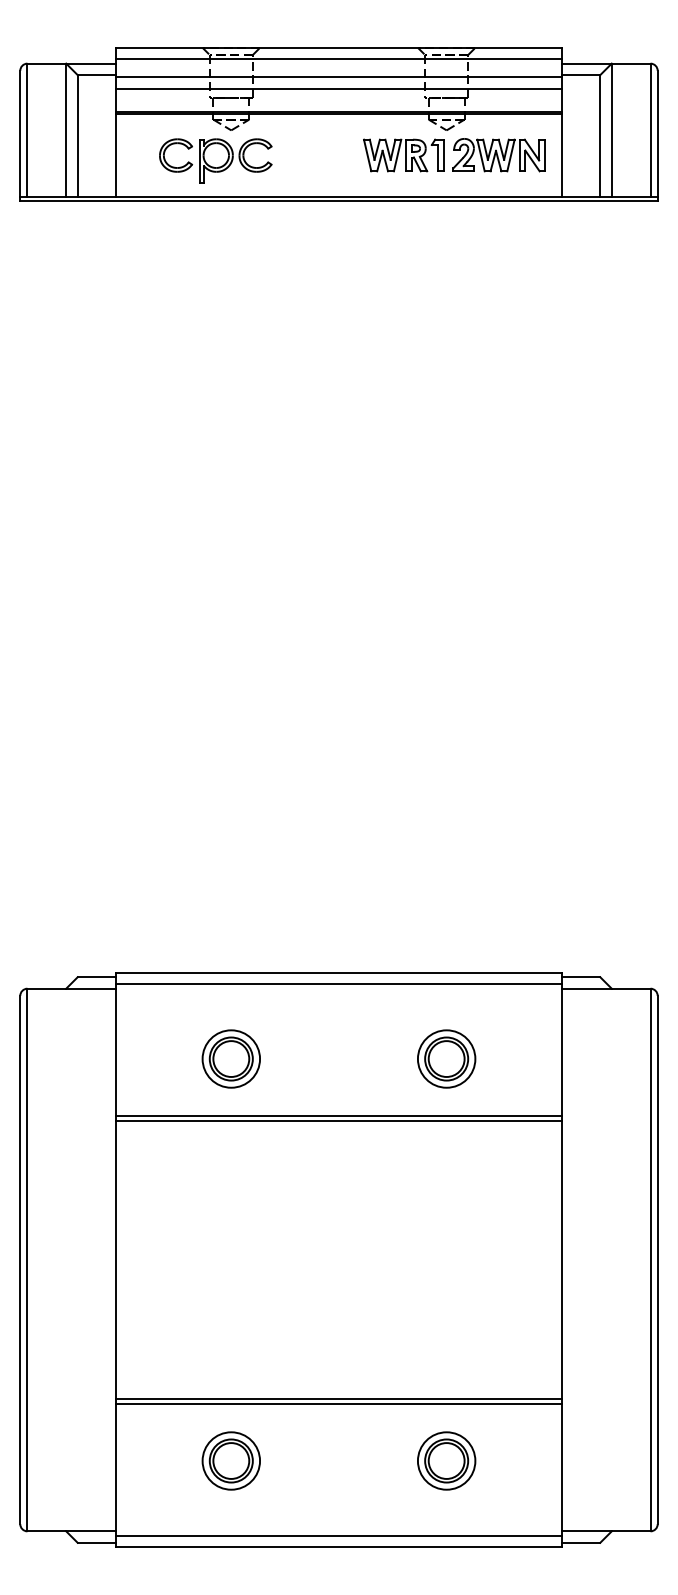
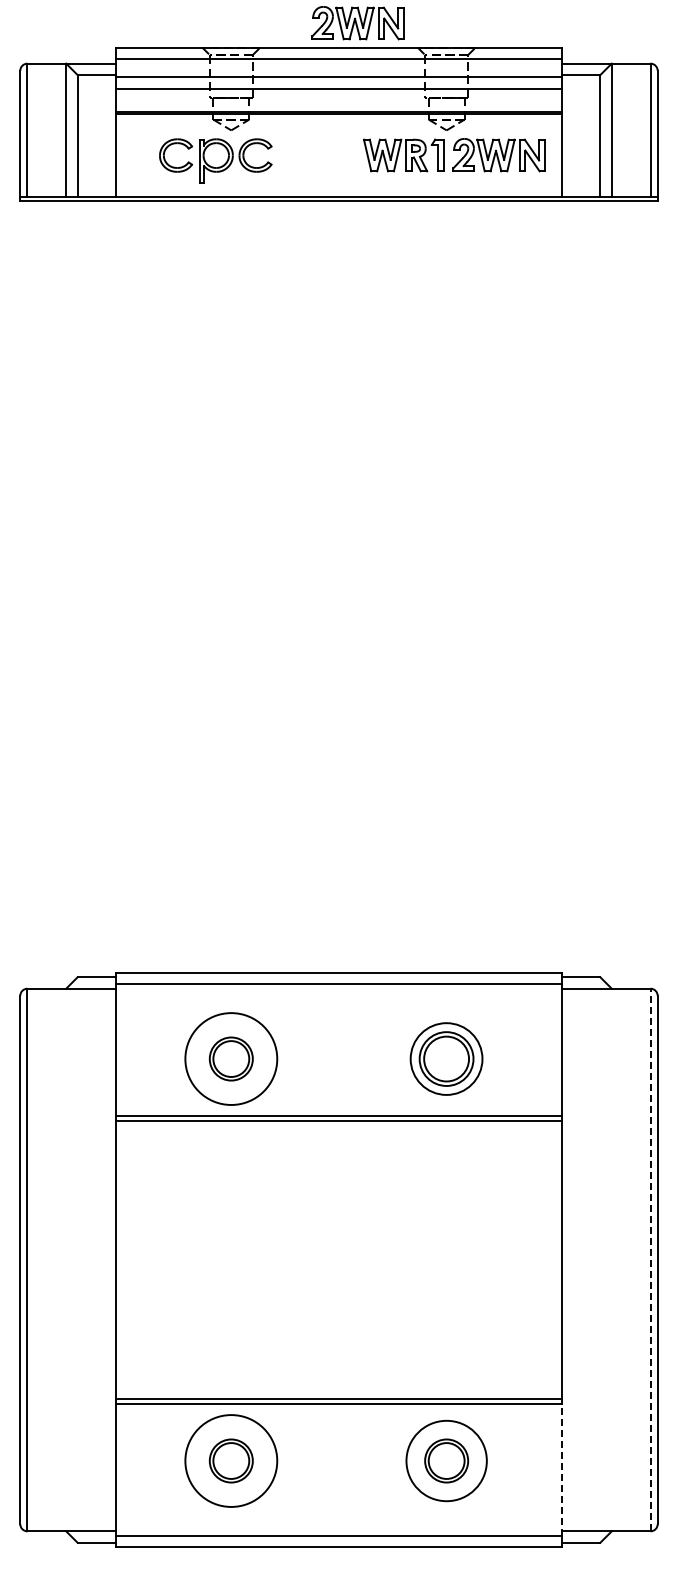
part at (357, 23): none -> present
circle at (231, 1058) diameter: 57 px -> 92 px
part at (446, 1058) size: 60x60 px -> 75x74 px
line at (650, 1259): solid -> dashed
circle at (231, 1460) diameter: 57 px -> 92 px
circle at (446, 1460) diameter: 57 px -> 80 px
line at (561, 1469): solid -> dashed
